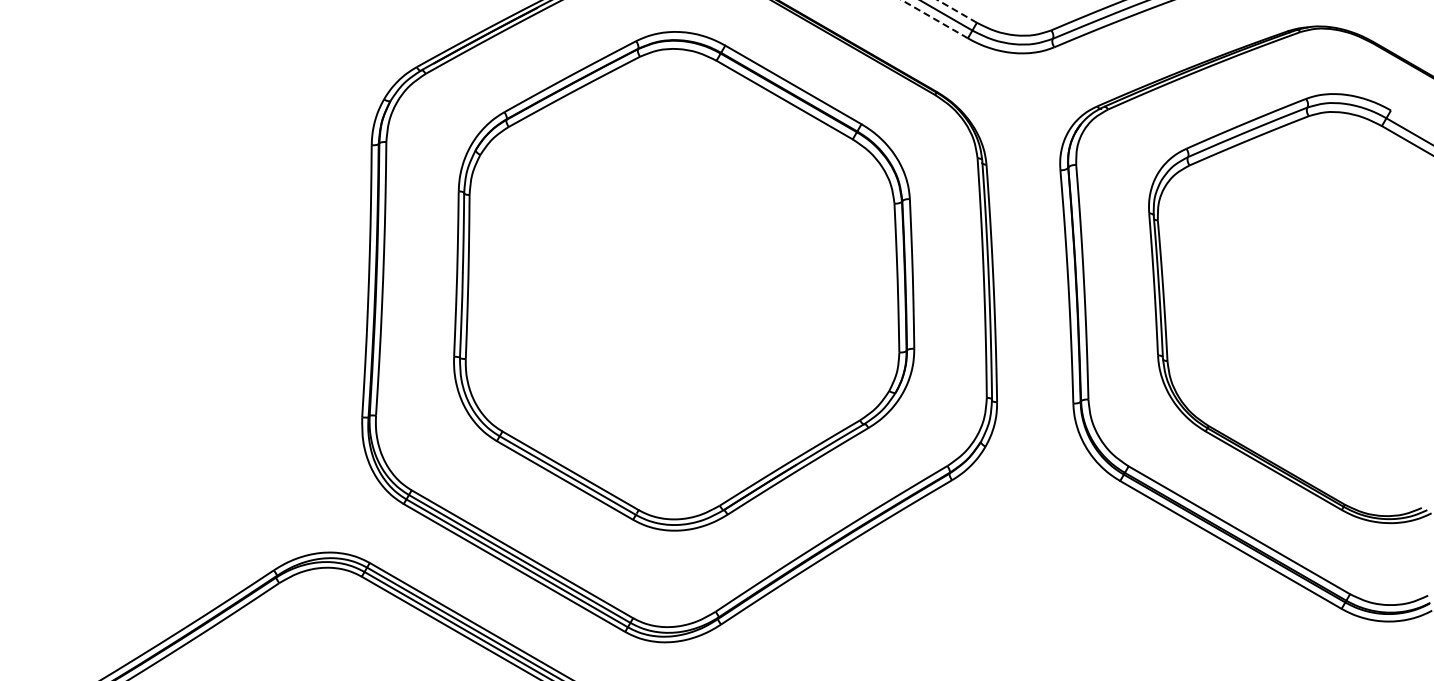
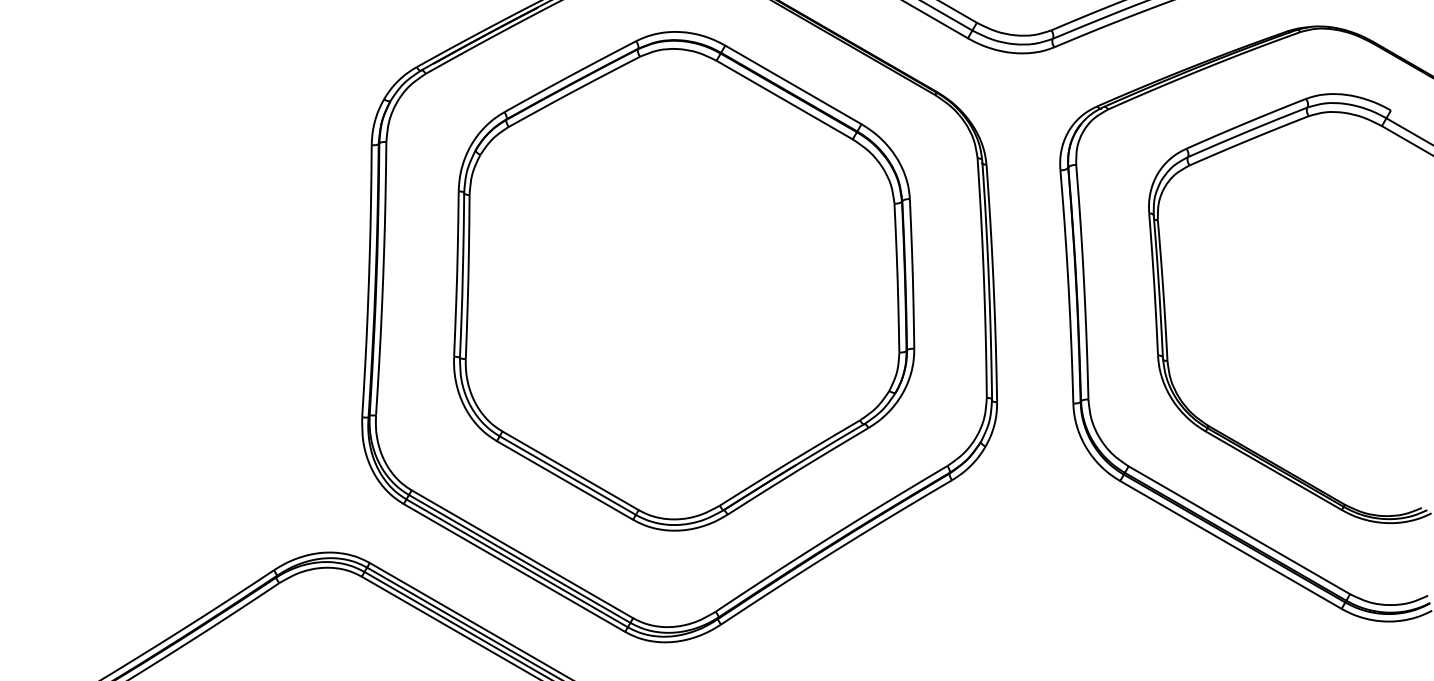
line at (957, 11): dashed -> solid
line at (935, 19): dashed -> solid
